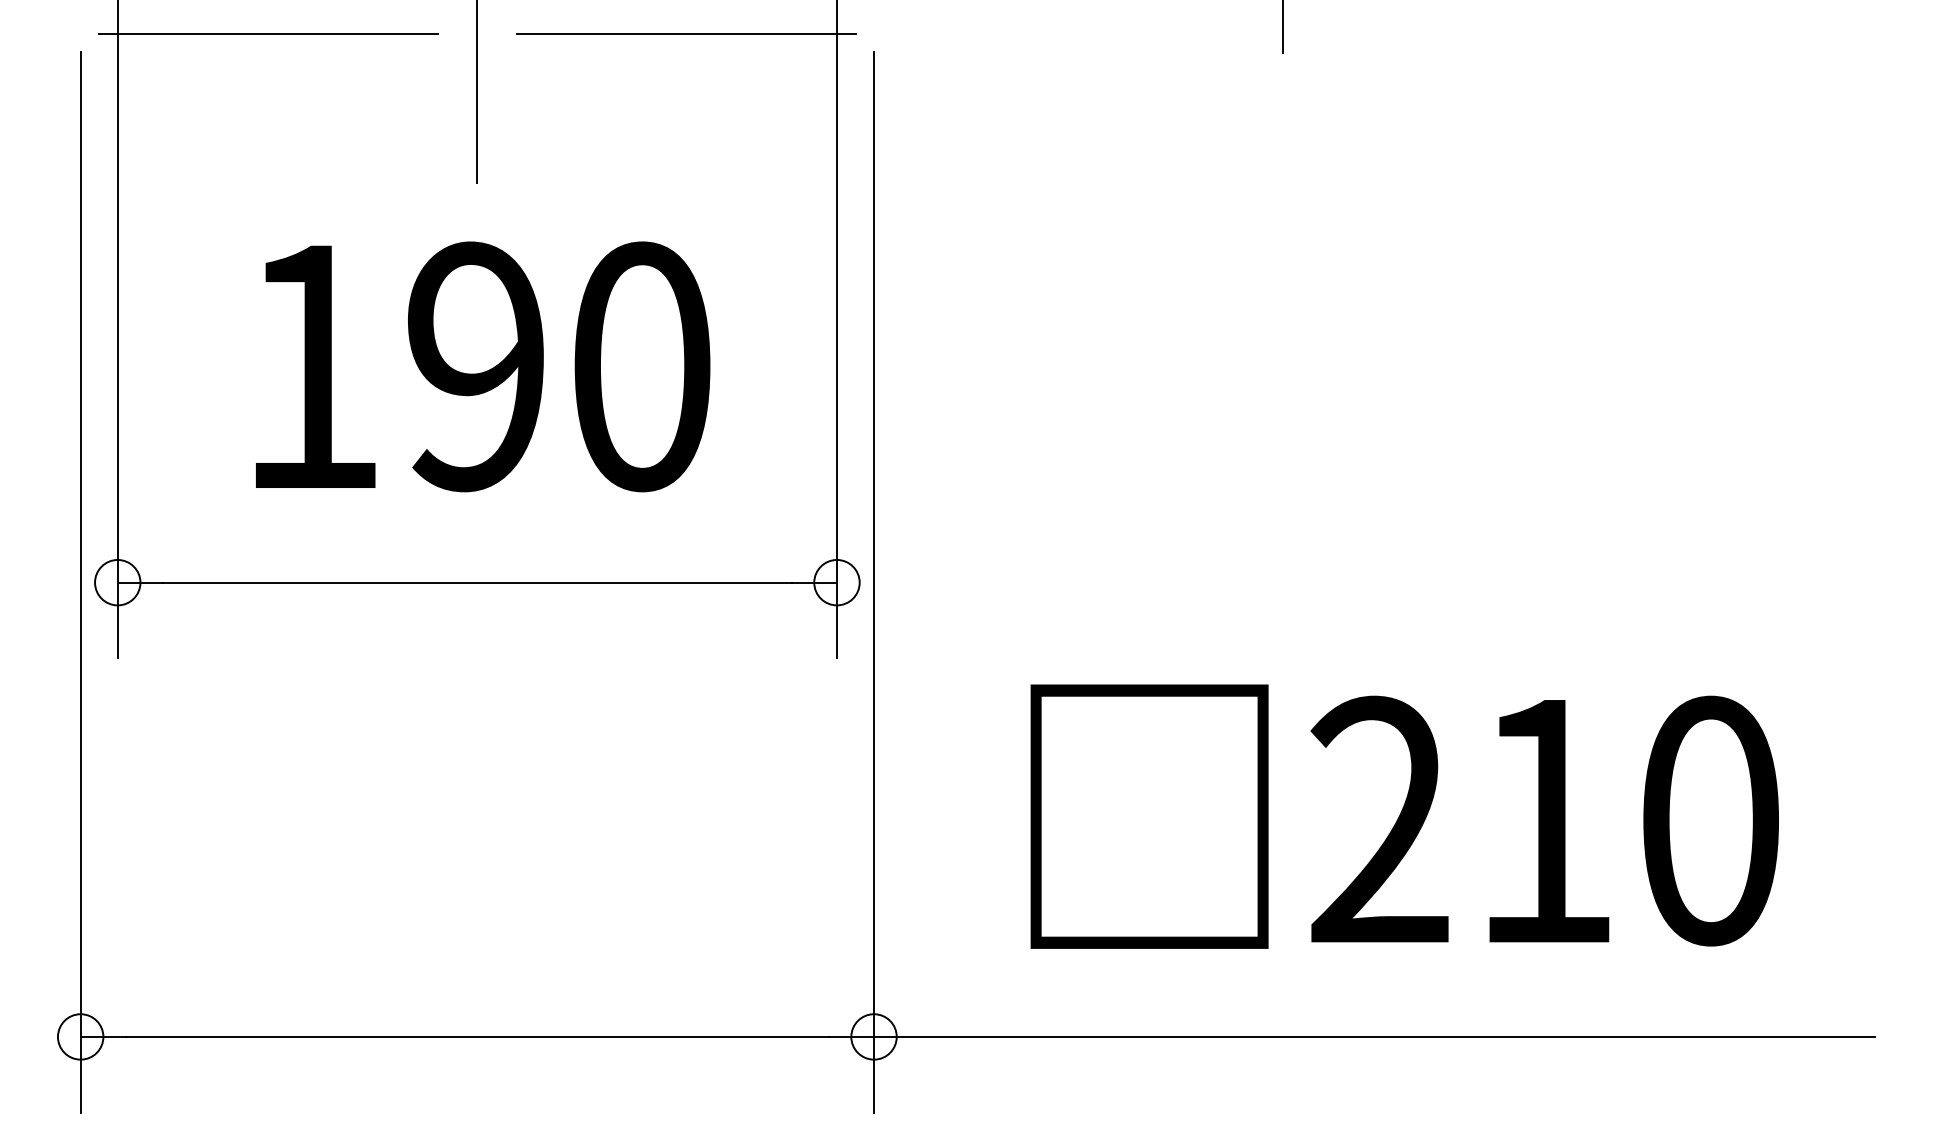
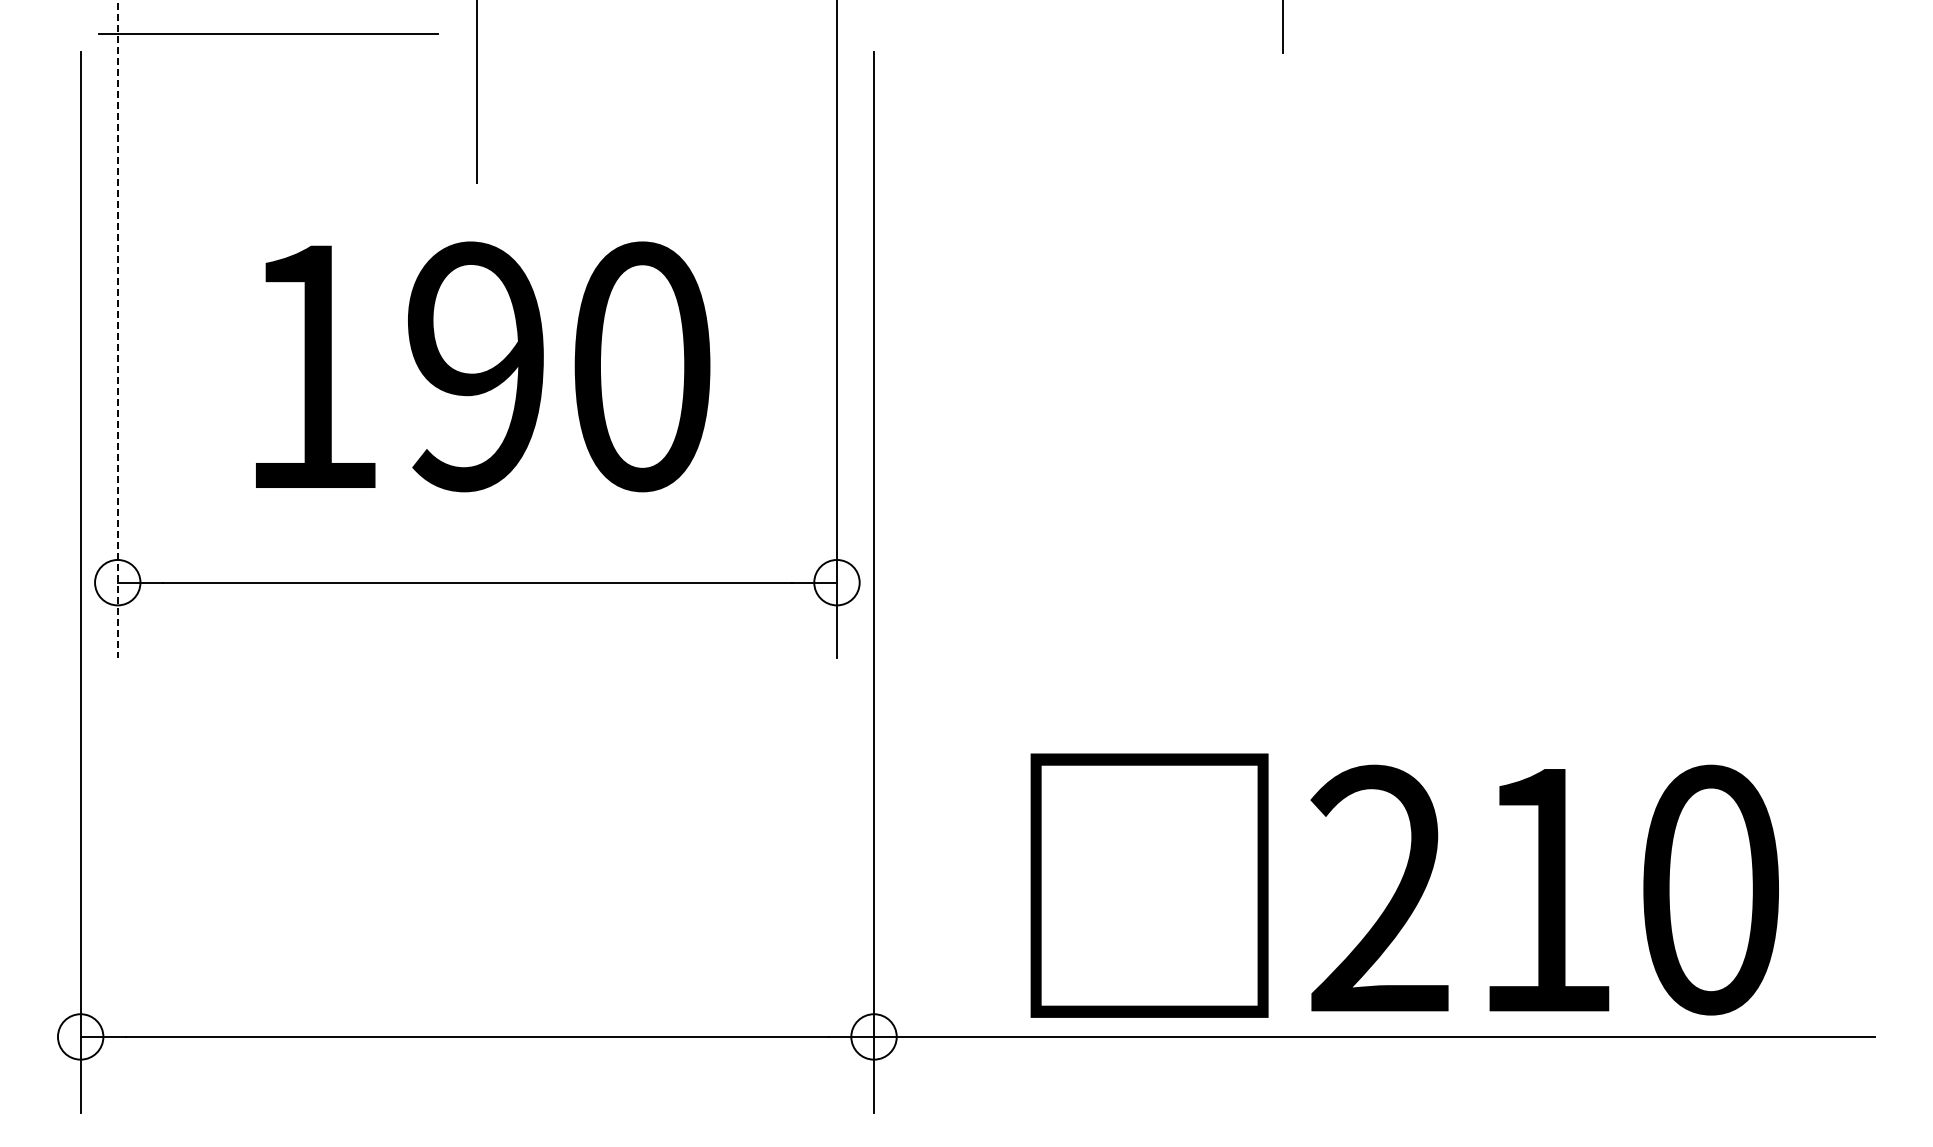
line at (685, 34): present -> none
line at (117, 329): solid -> dashed
text at (1404, 816) position: (1404, 816) -> (1404, 885)
